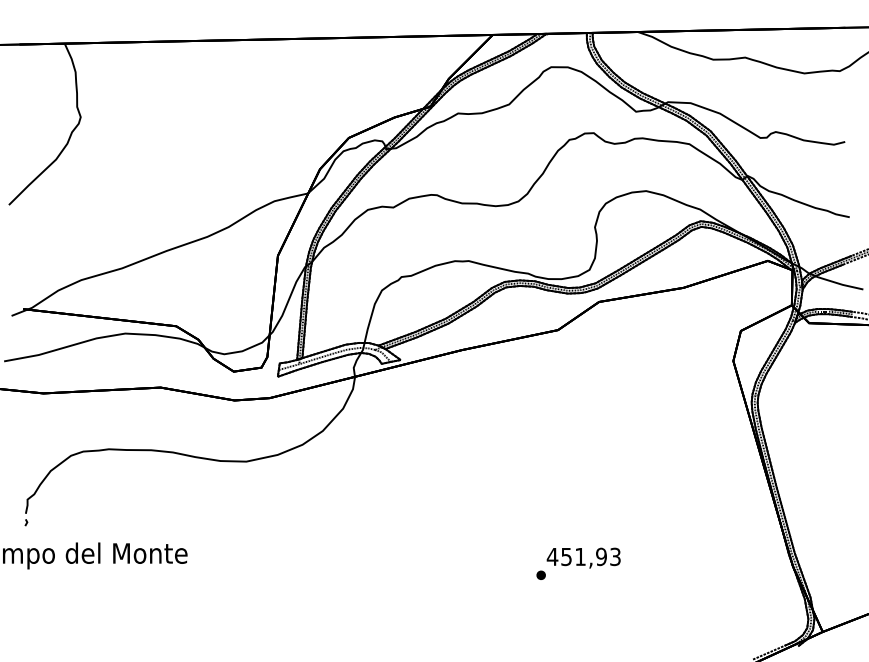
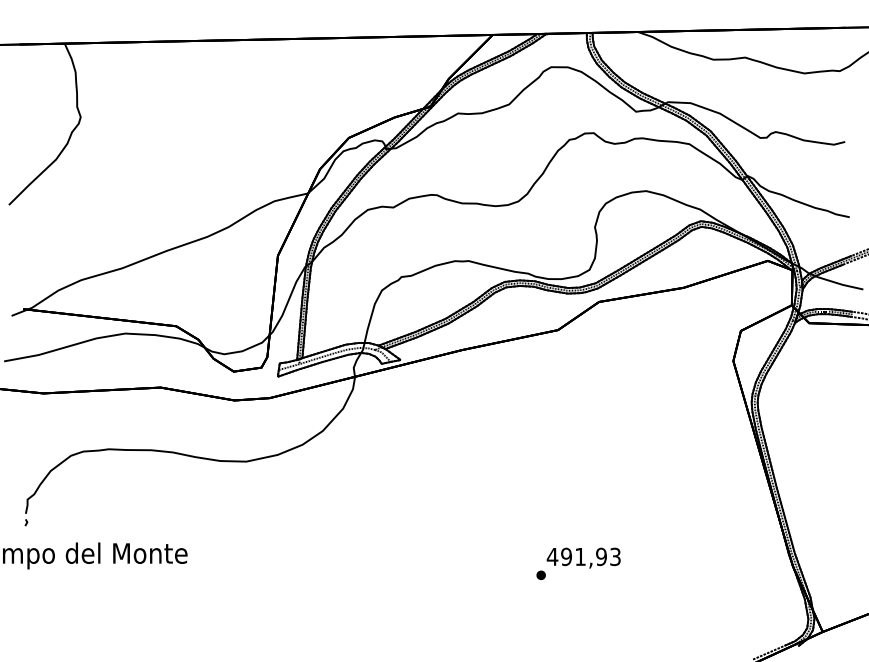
text at (566, 556): 451,93 -> 491,93
